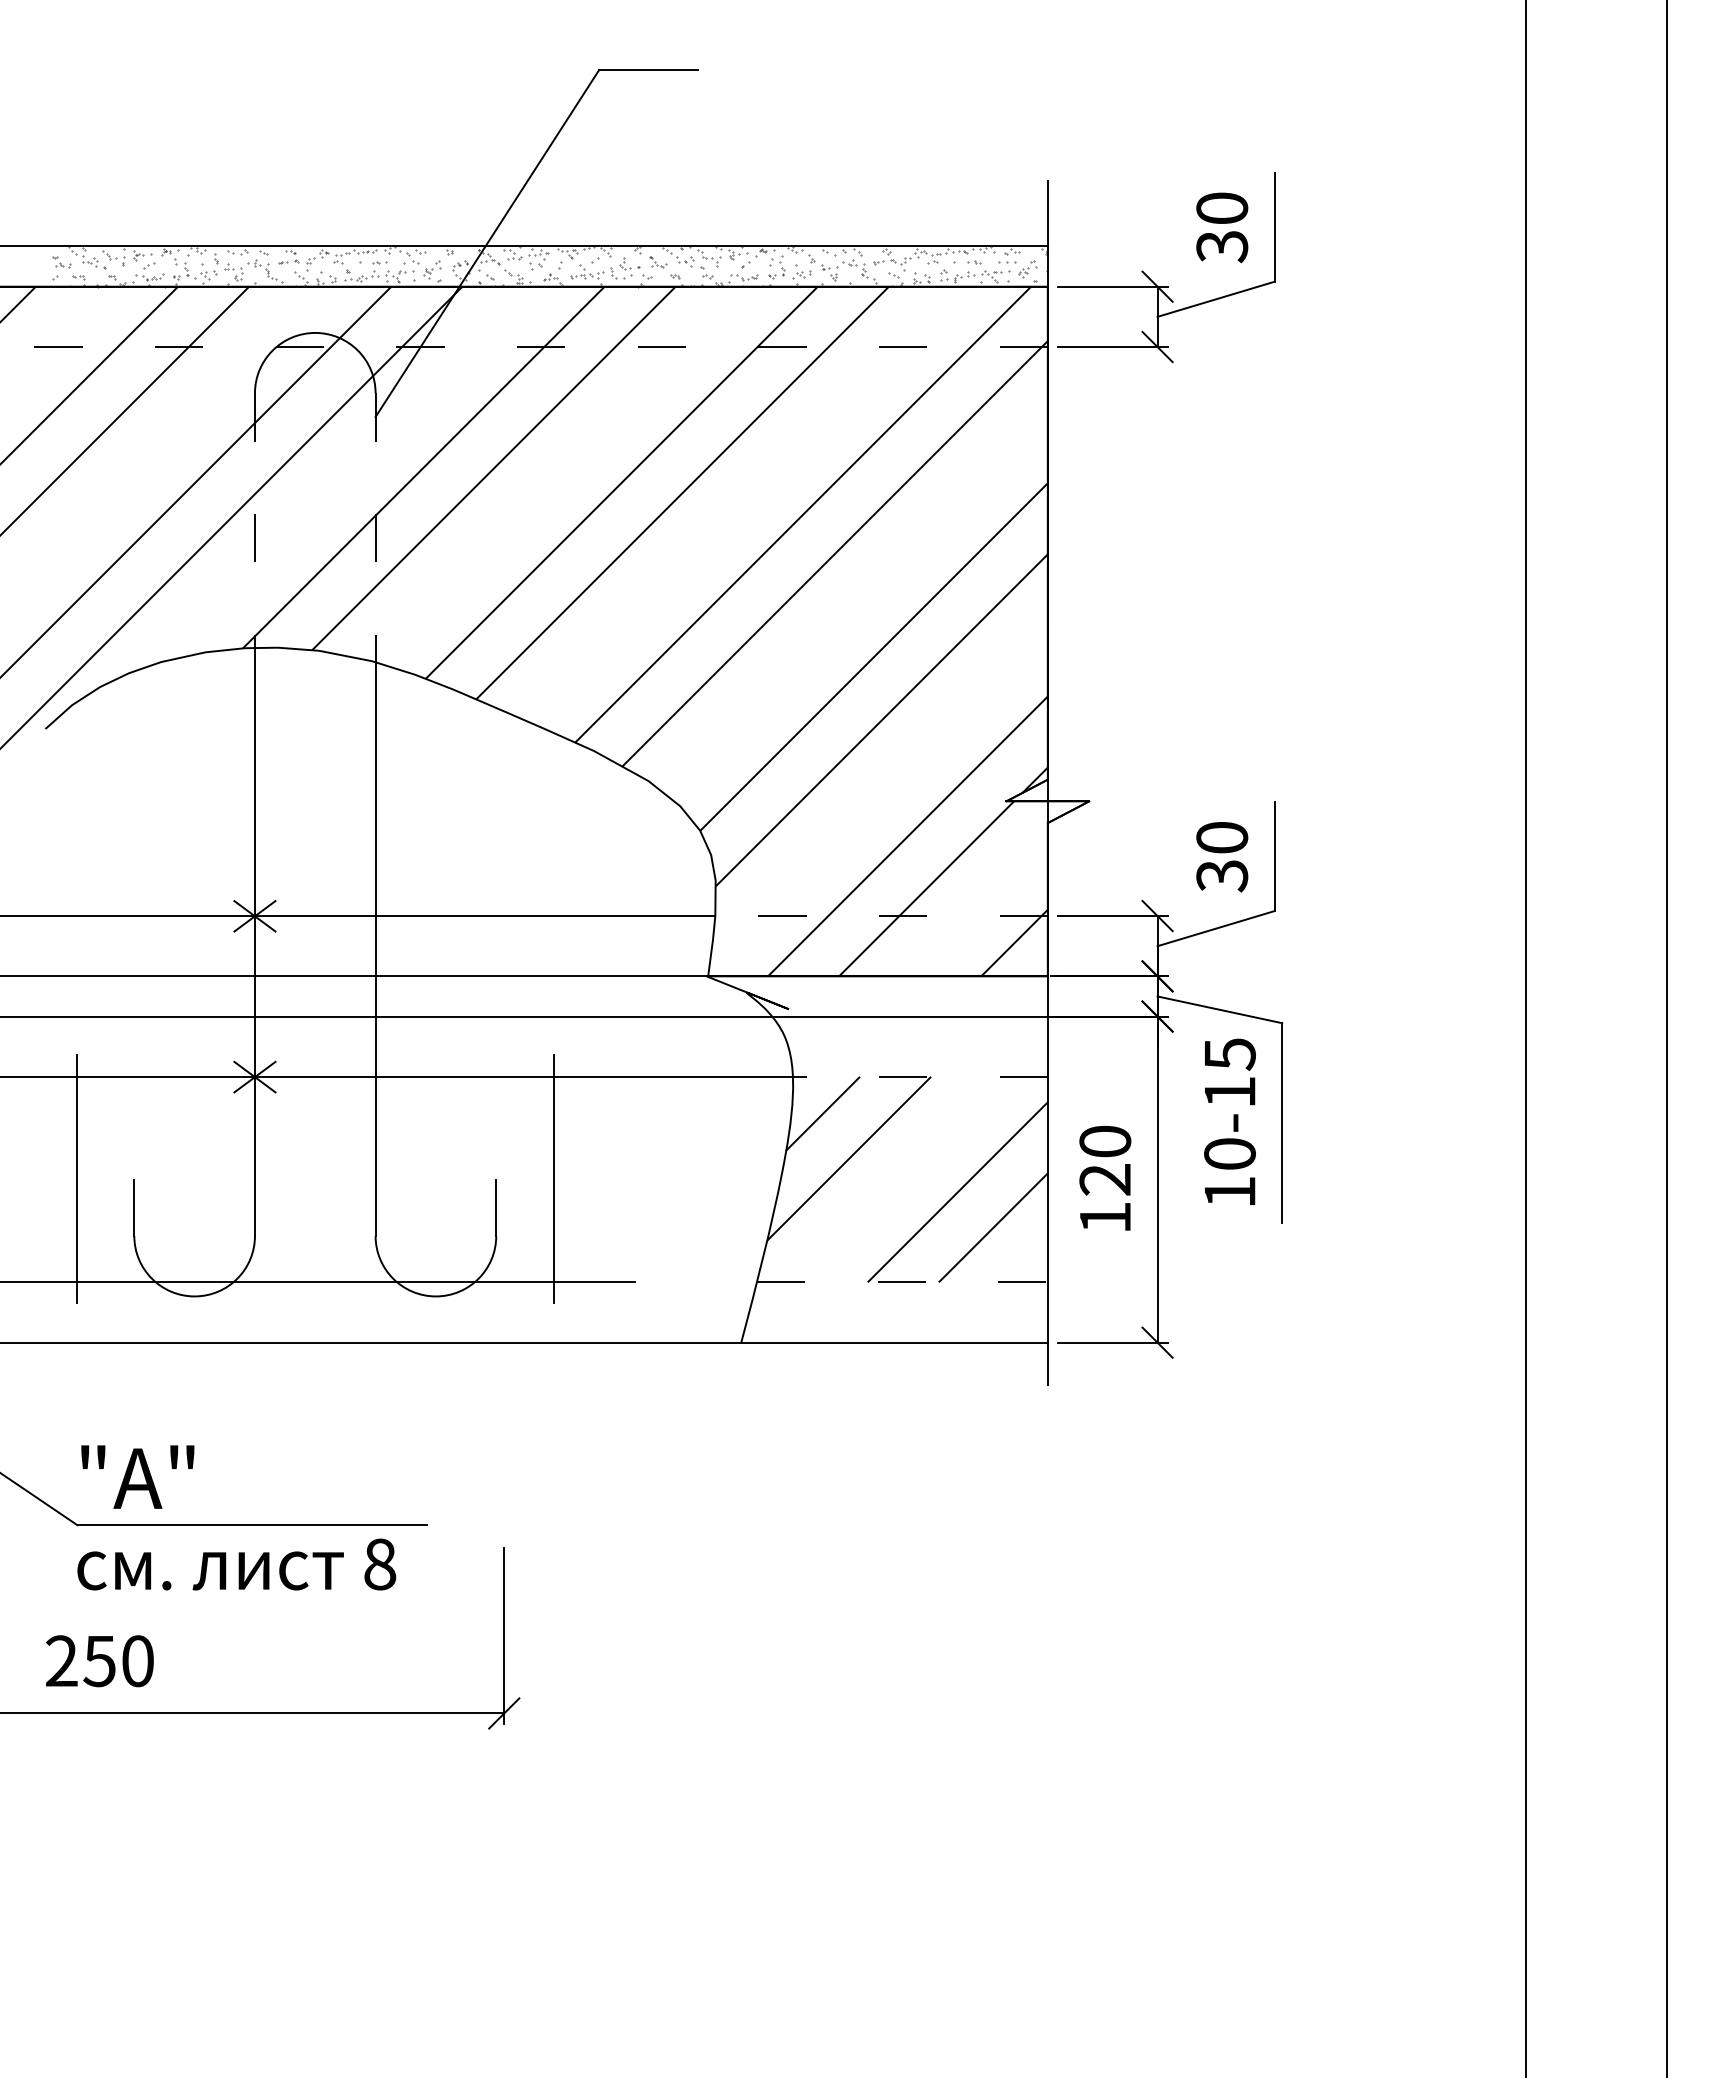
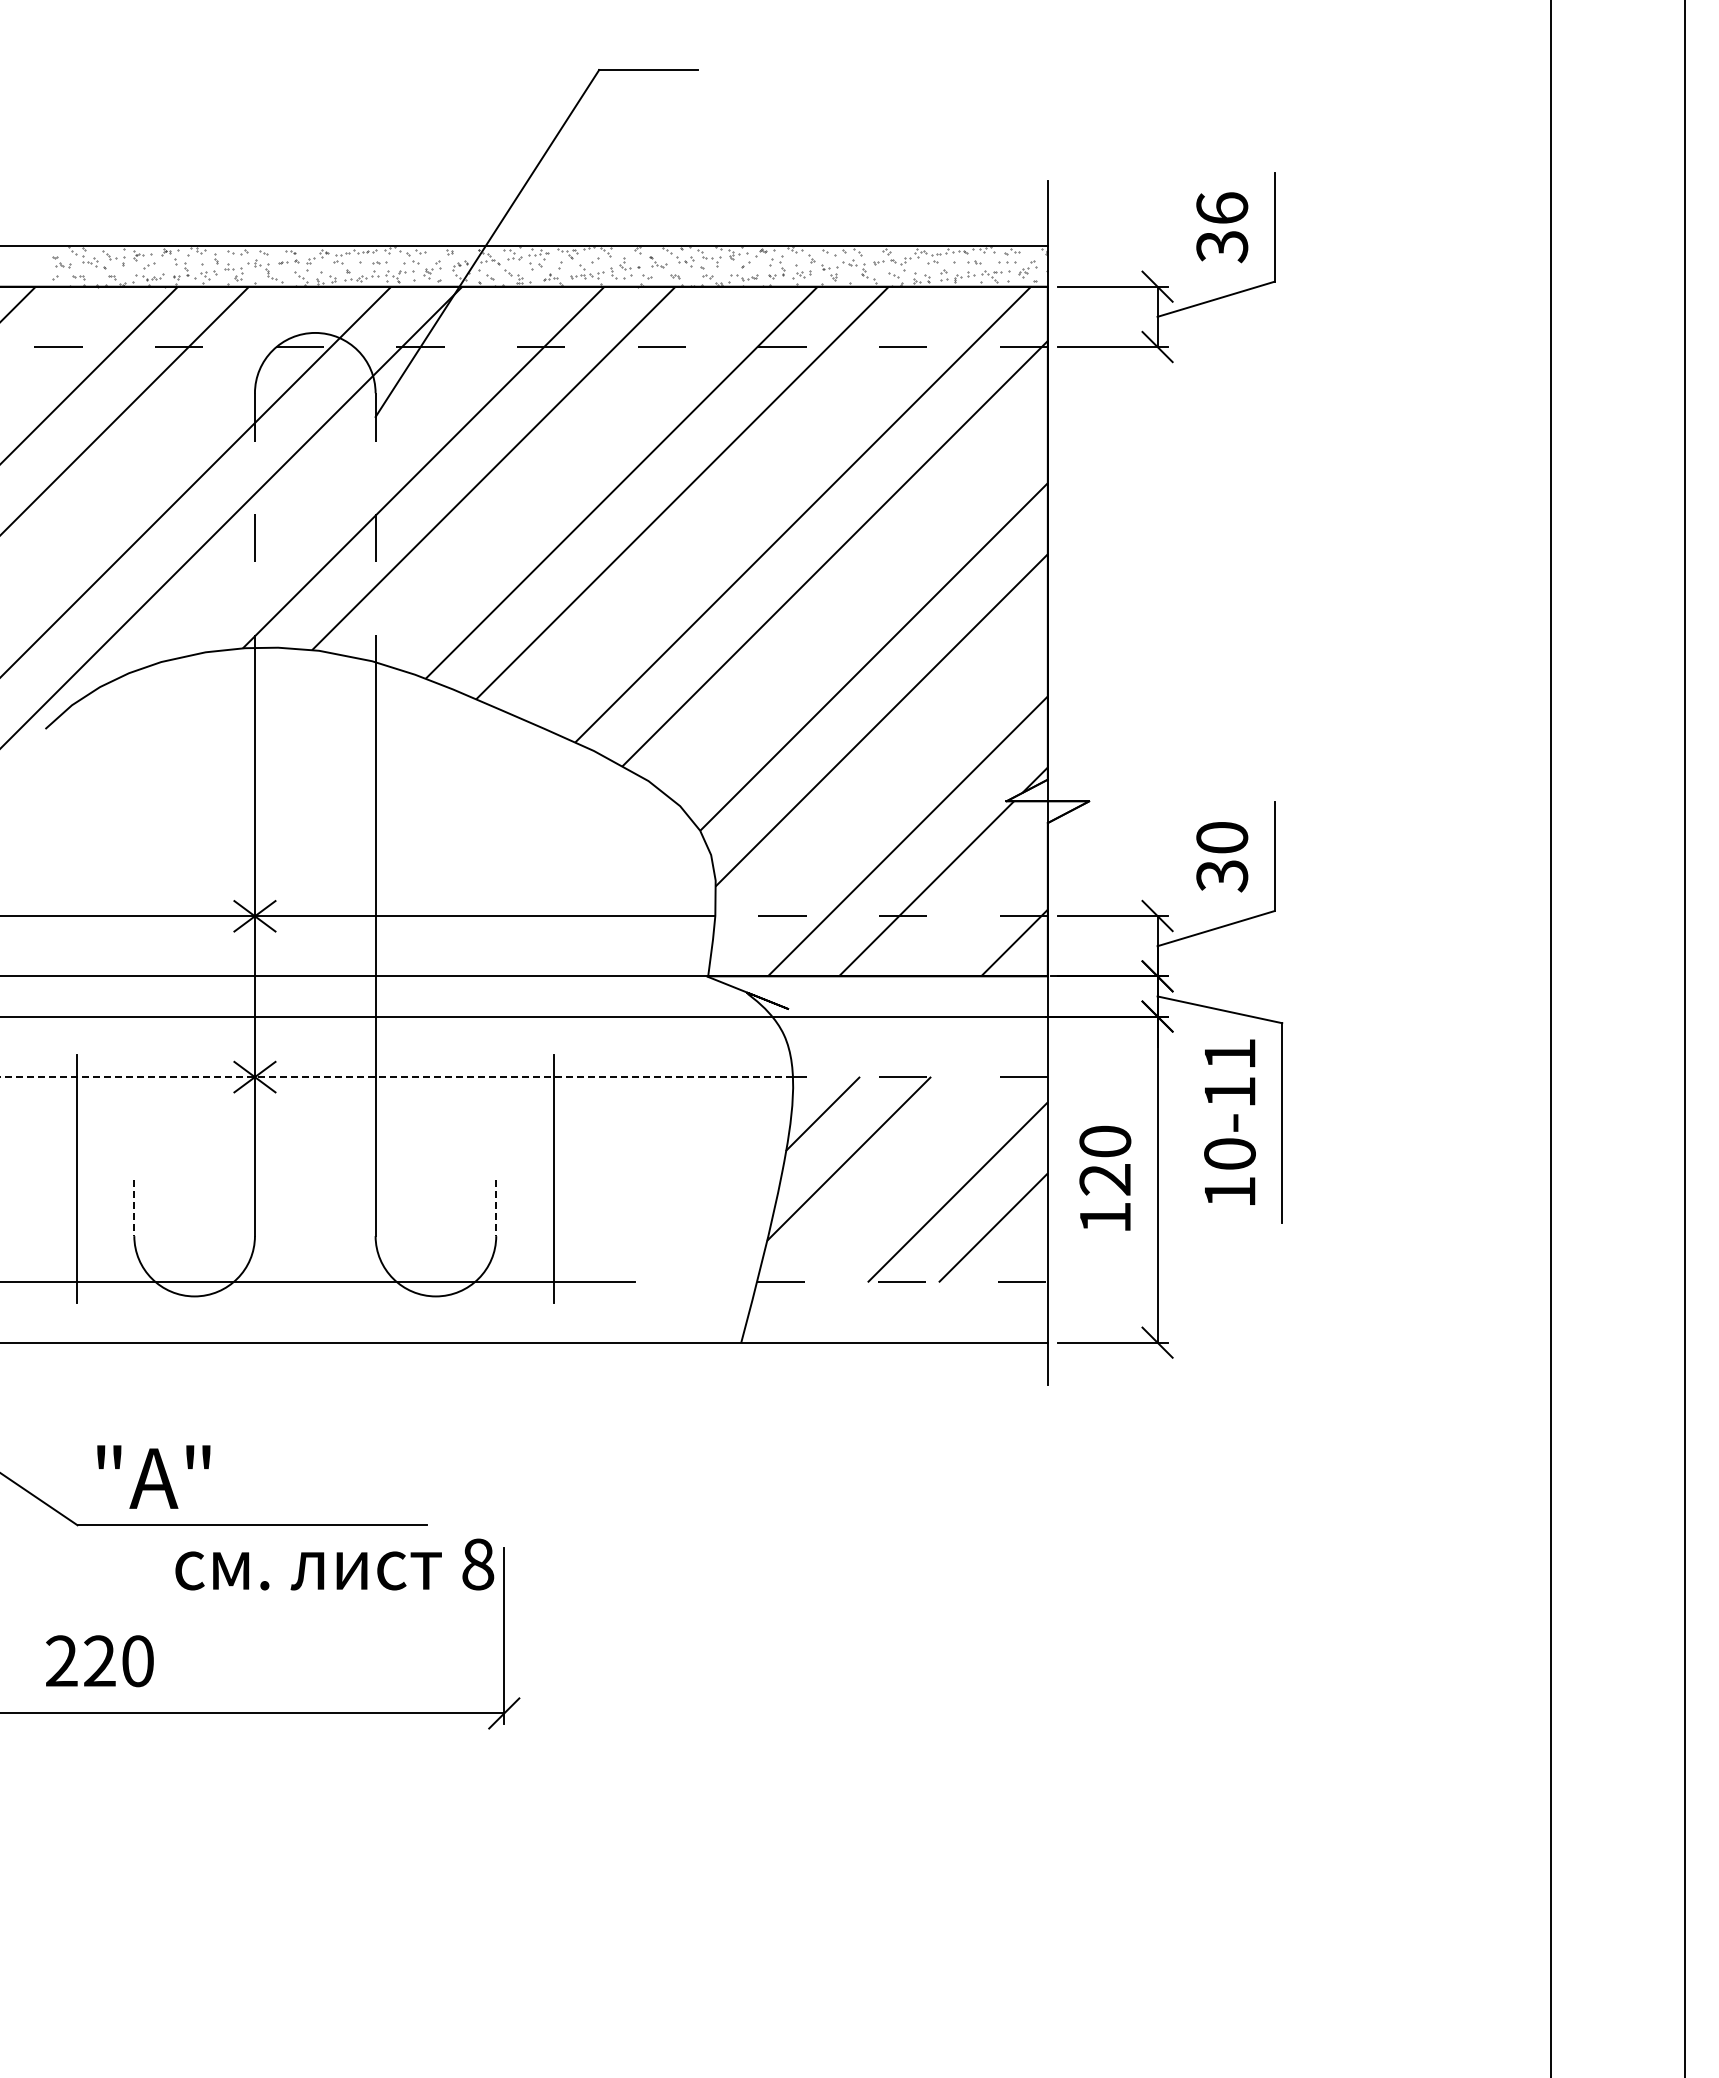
text at (1222, 207): 30 -> 36
line at (1526, 1038) position: (1526, 1038) -> (1551, 1038)
line at (1667, 1038) position: (1667, 1038) -> (1685, 1038)
text at (1230, 1054): 10-15 -> 10-11
line at (396, 1076): solid -> dashed
line at (134, 1208): solid -> dashed
line at (496, 1208): solid -> dashed
text at (137, 1476) position: (137, 1476) -> (153, 1476)
text at (236, 1564) position: (236, 1564) -> (334, 1564)
text at (99, 1661): 250 -> 220
